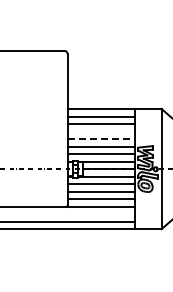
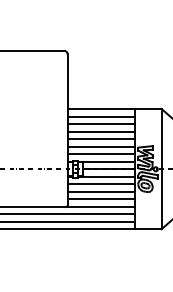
line at (100, 131): none -> present
line at (101, 139): dashed -> solid
line at (68, 214): none -> present
